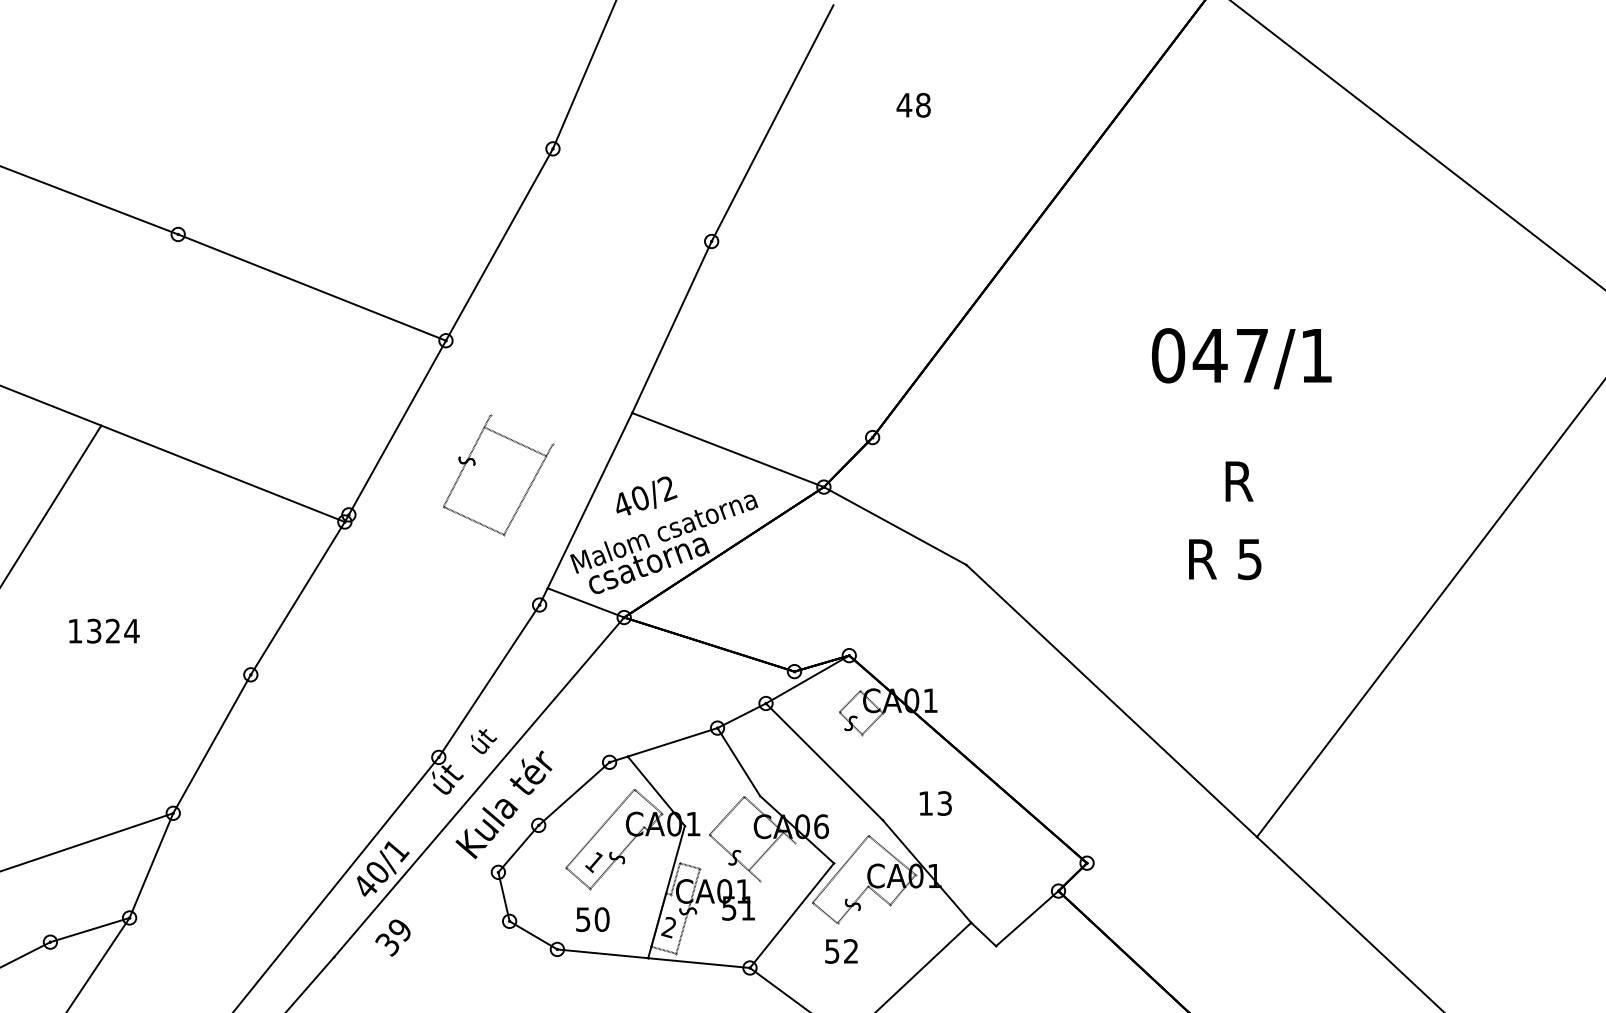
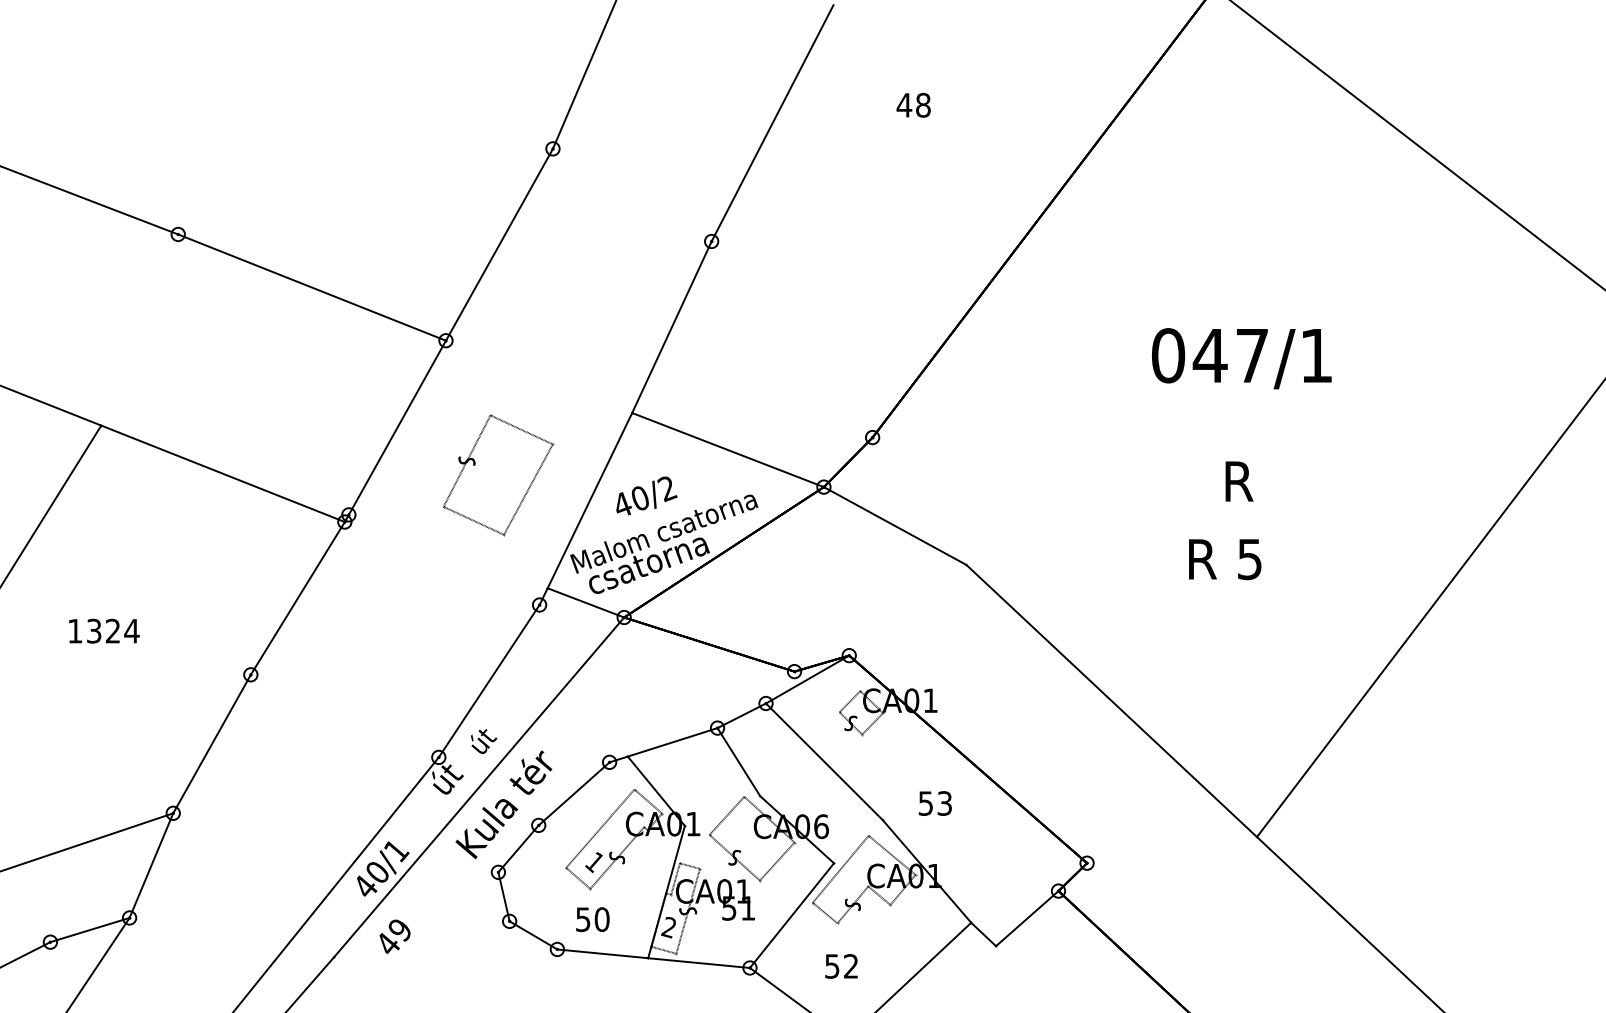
line at (515, 441) position: (515, 441) -> (521, 429)
text at (925, 803): 13 -> 53
line at (765, 851) position: (765, 851) -> (776, 861)
text at (387, 944): 39 -> 49
text at (841, 951) position: (841, 951) -> (841, 966)
